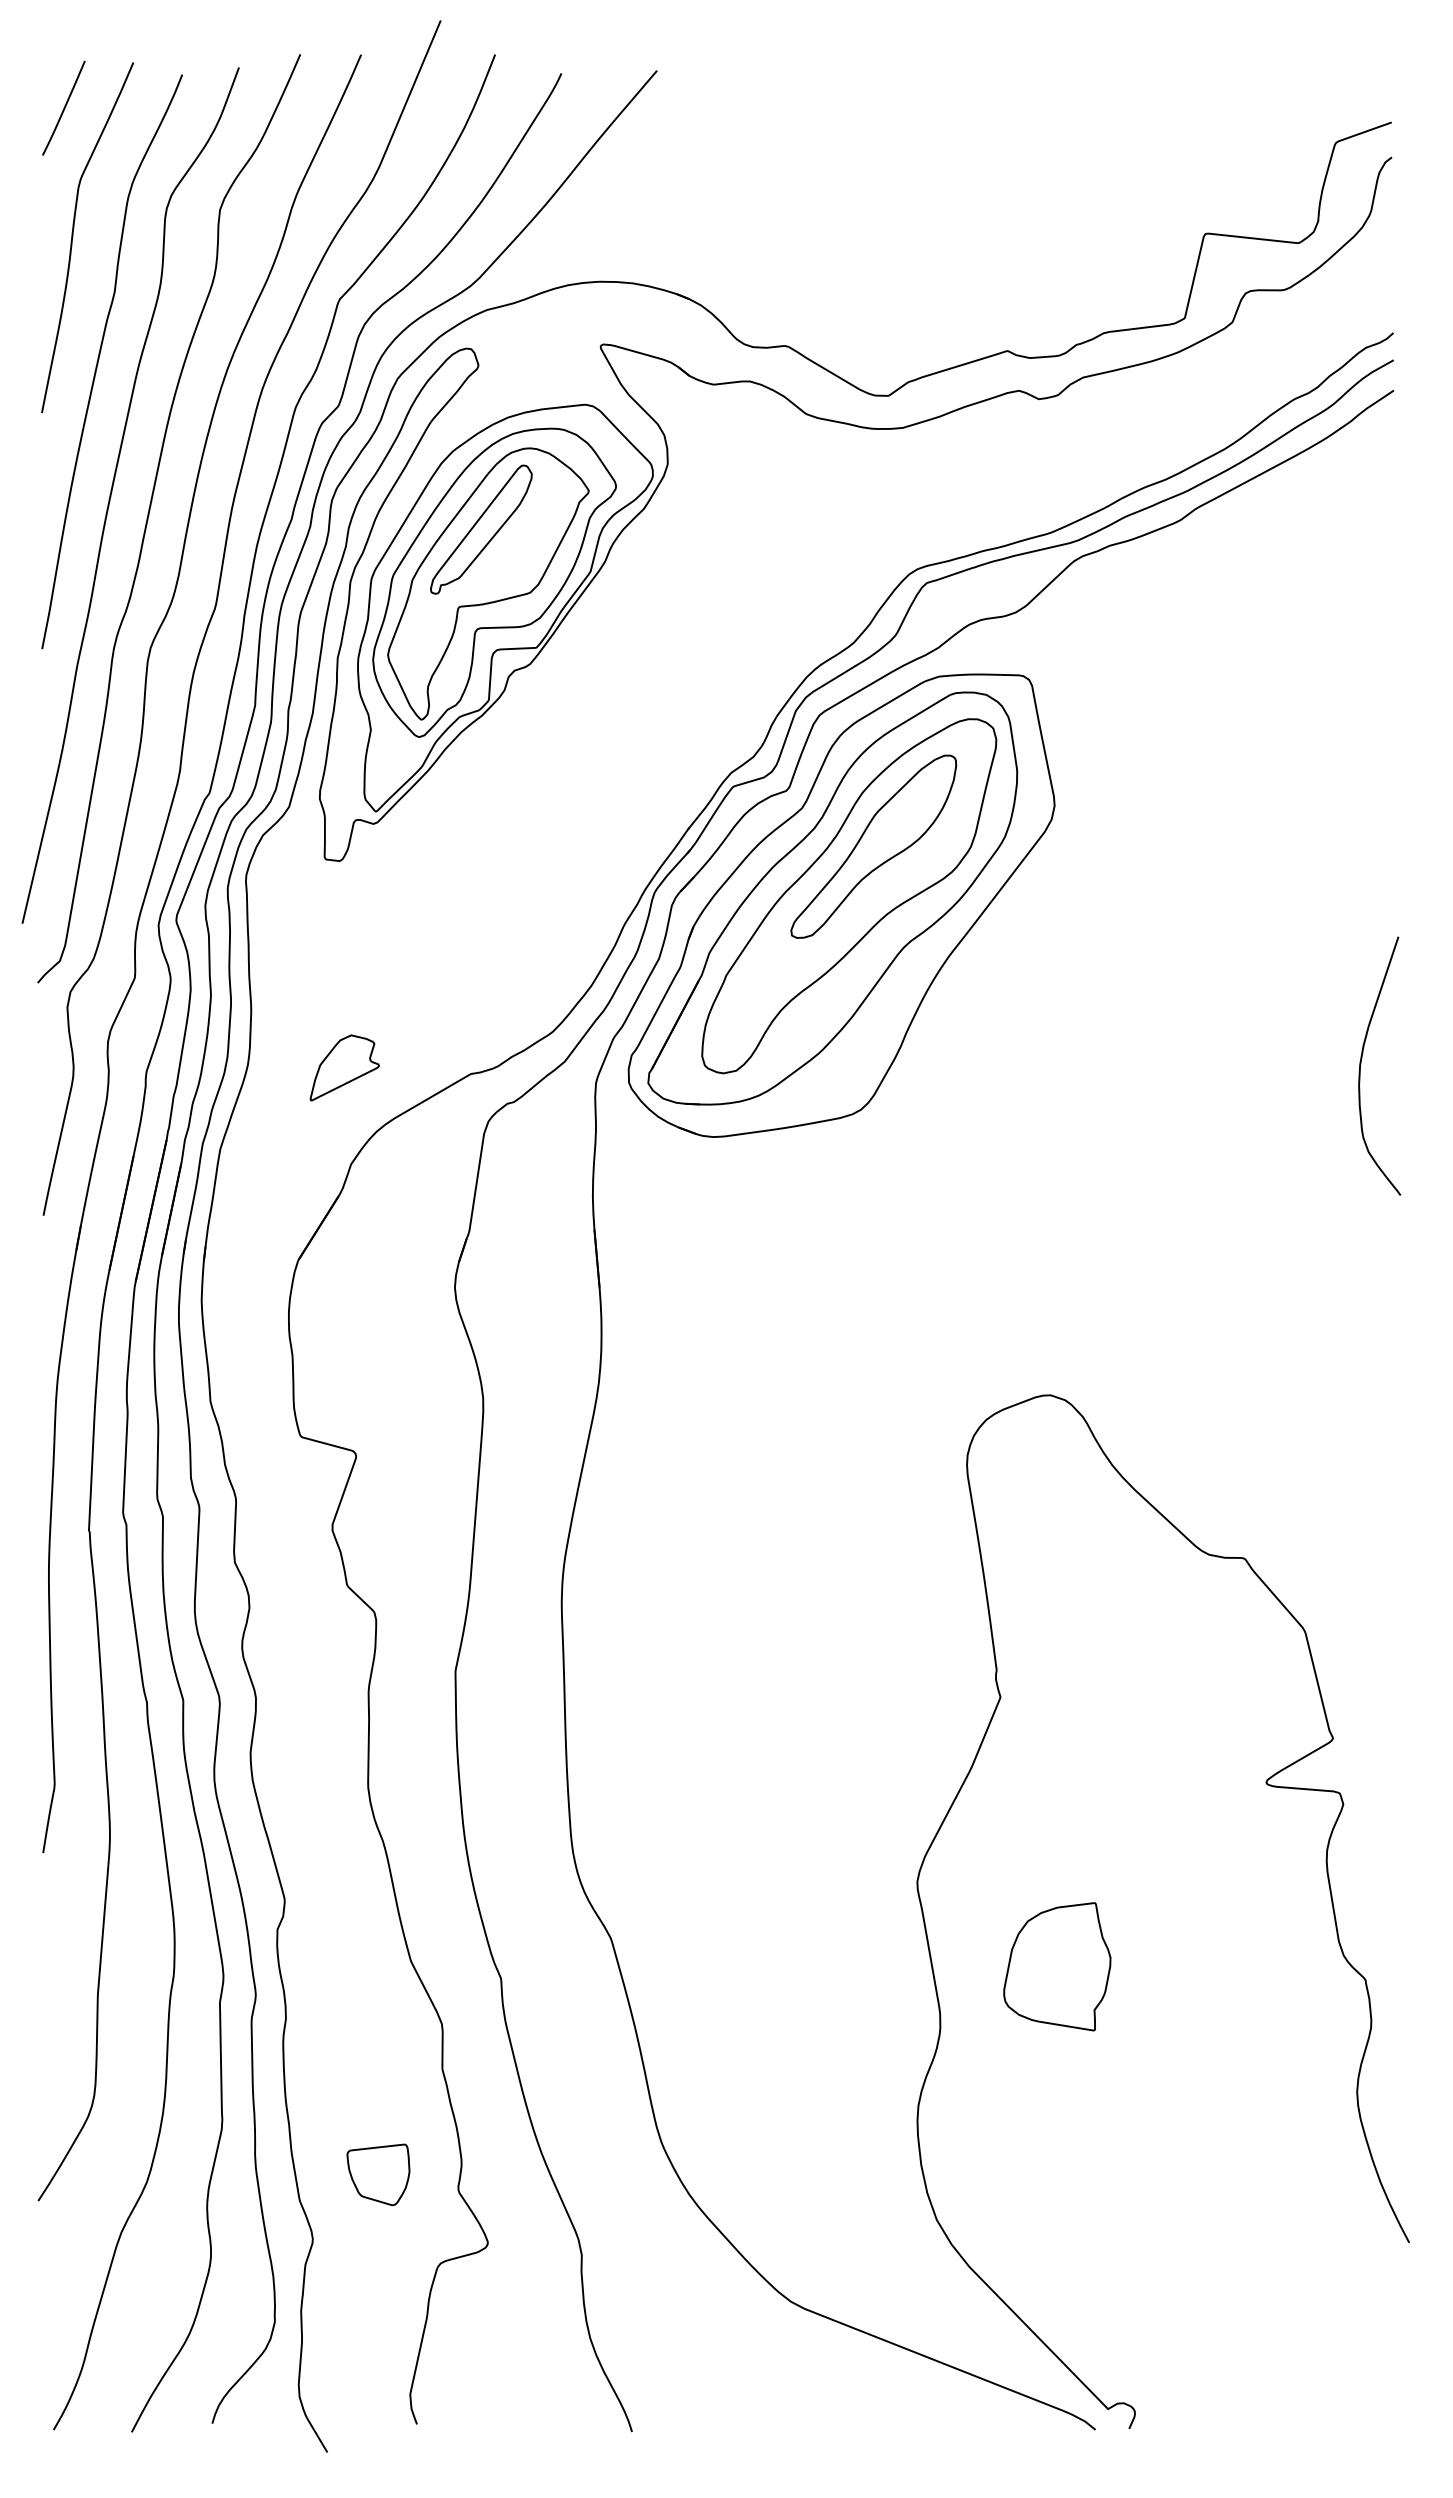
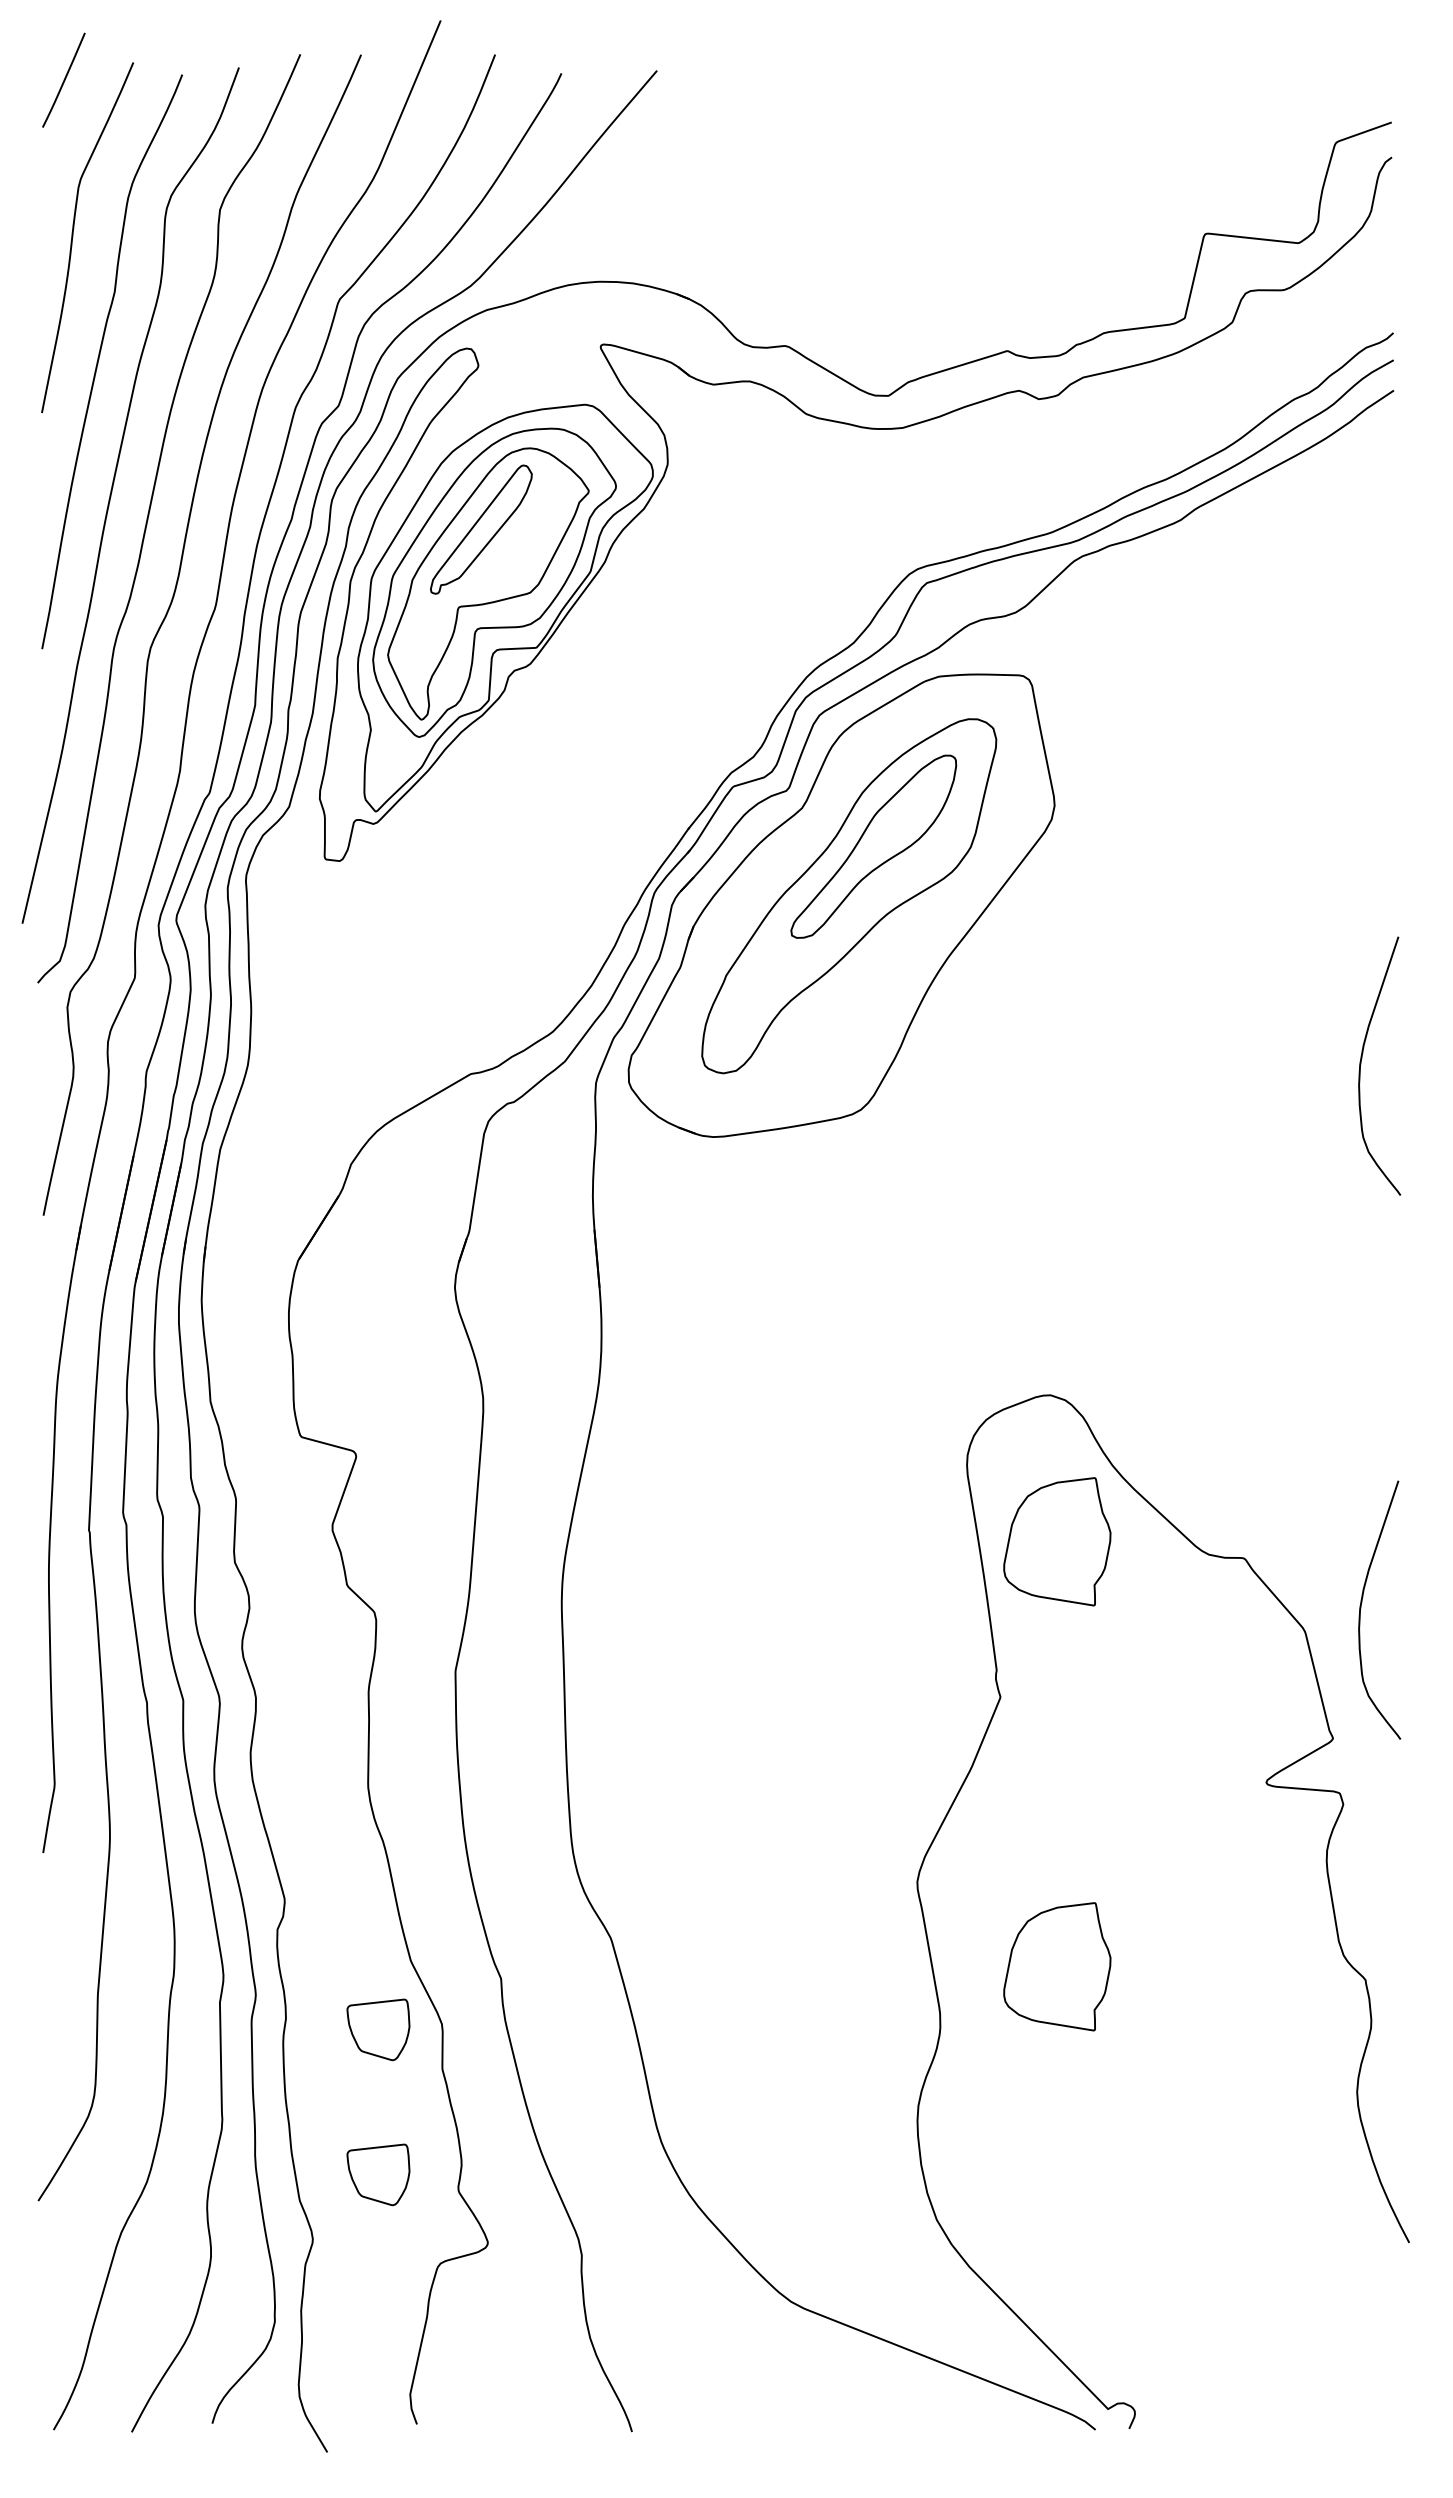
line at (63, 107) position: (63, 107) -> (63, 79)
part at (832, 898): present -> none
part at (344, 1067): present -> none
part at (1057, 1541): none -> present
curve at (1361, 1608): none -> present
part at (378, 2029): none -> present
